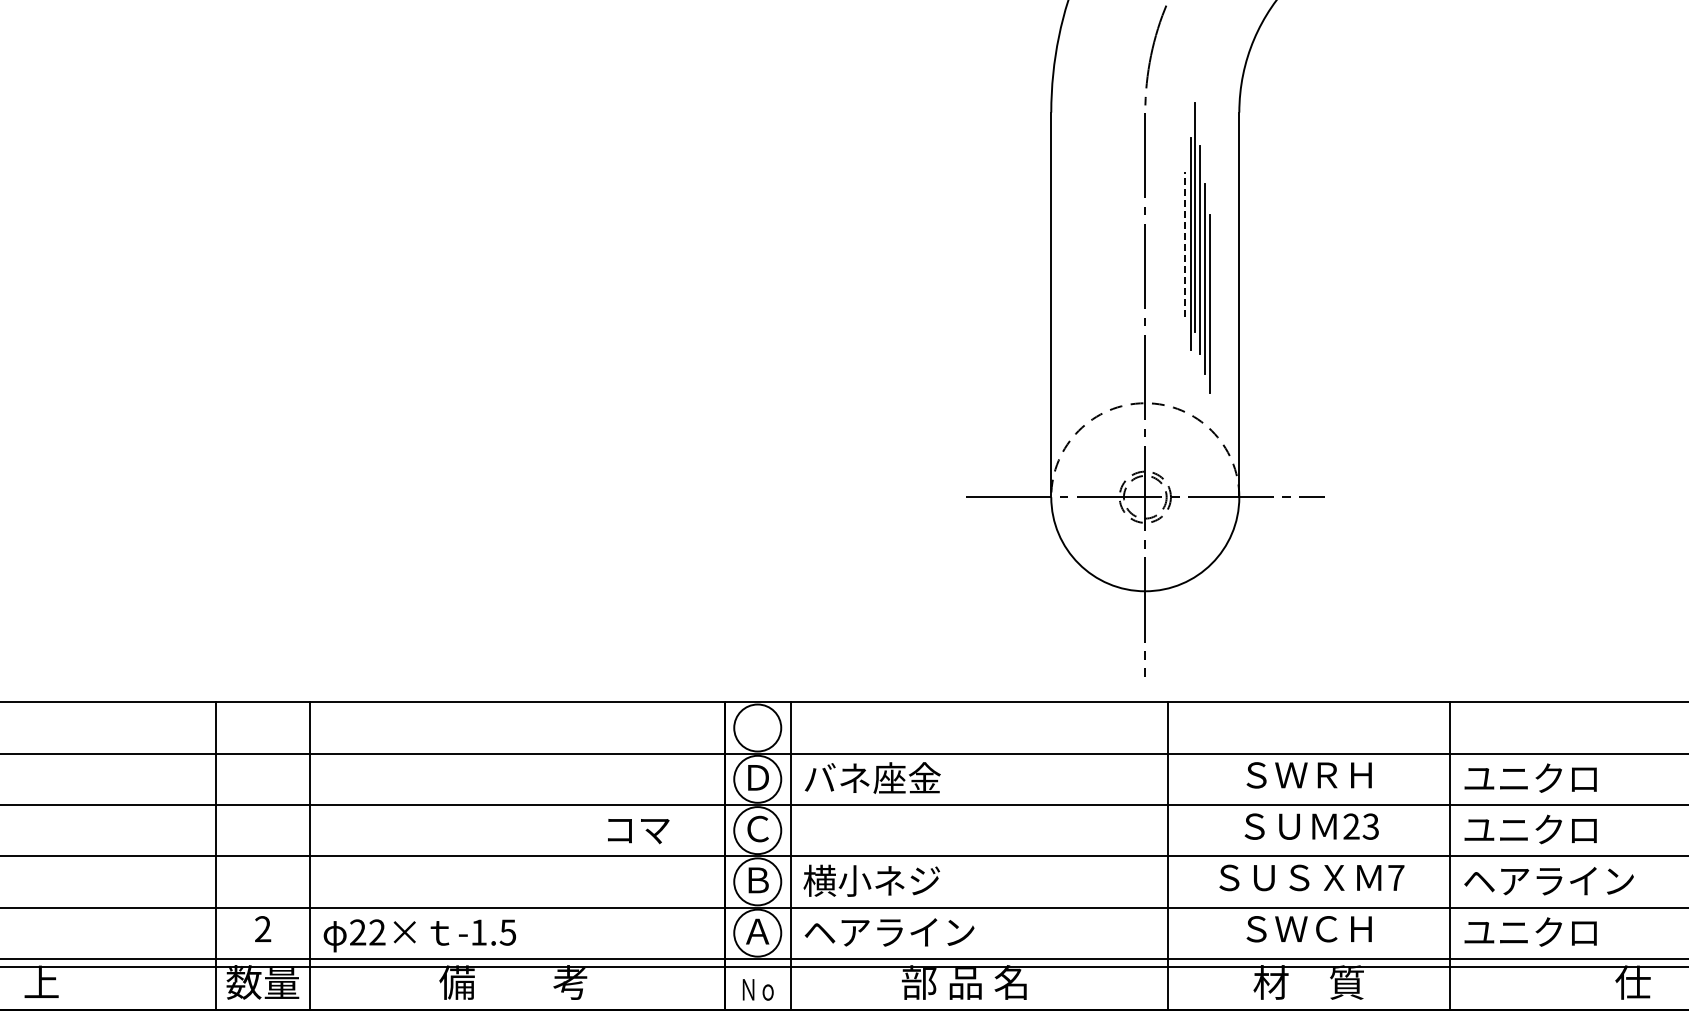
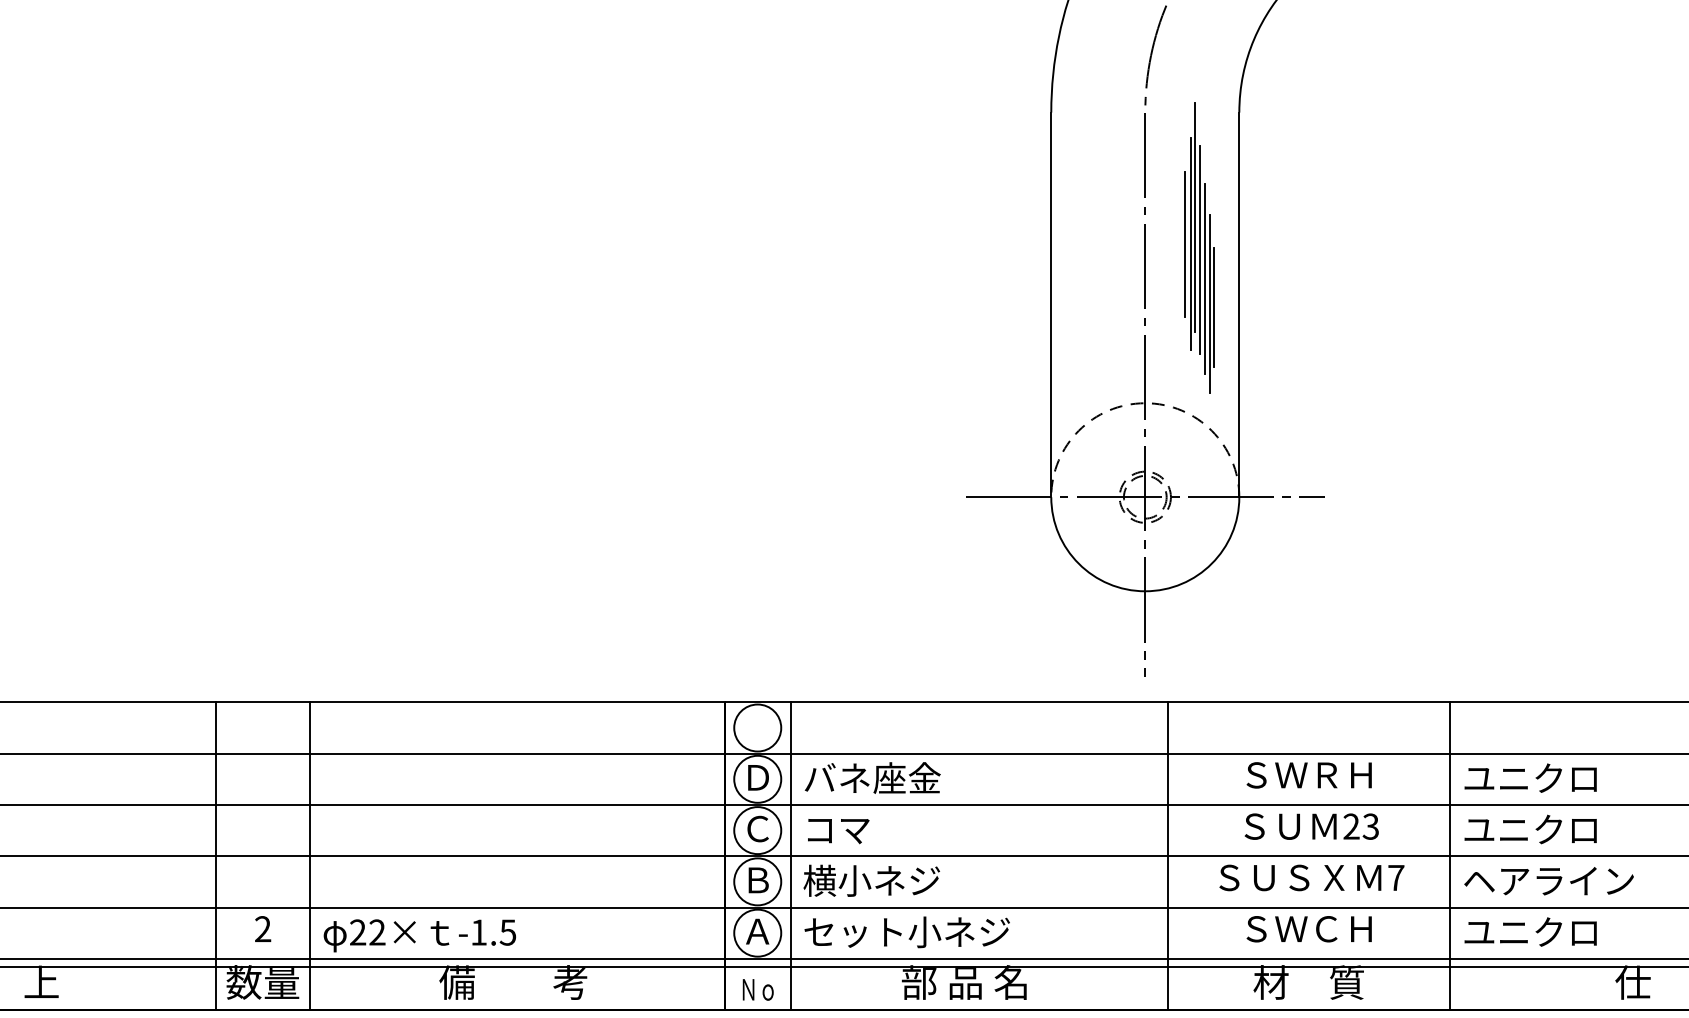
line at (1184, 244): dashed -> solid
line at (1213, 307): none -> present
text at (638, 831) position: (638, 831) -> (838, 831)
text at (906, 932): ヘアライン -> セット小ネジ
